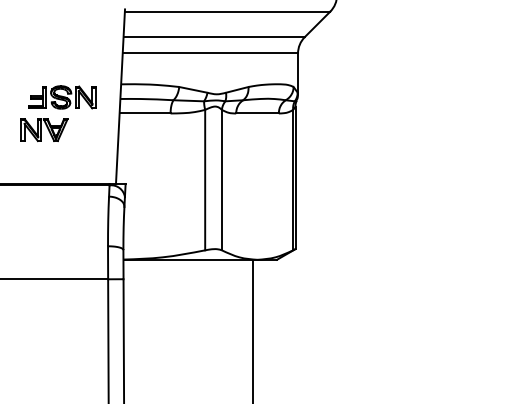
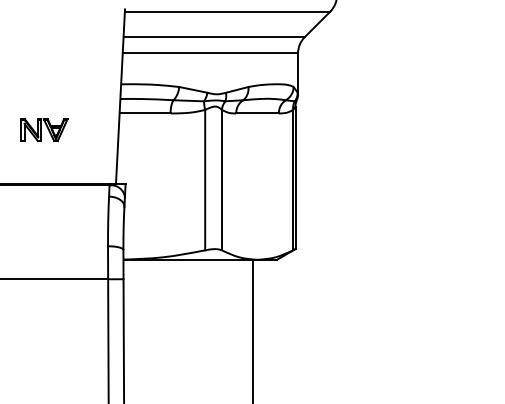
part at (62, 97): present -> none
